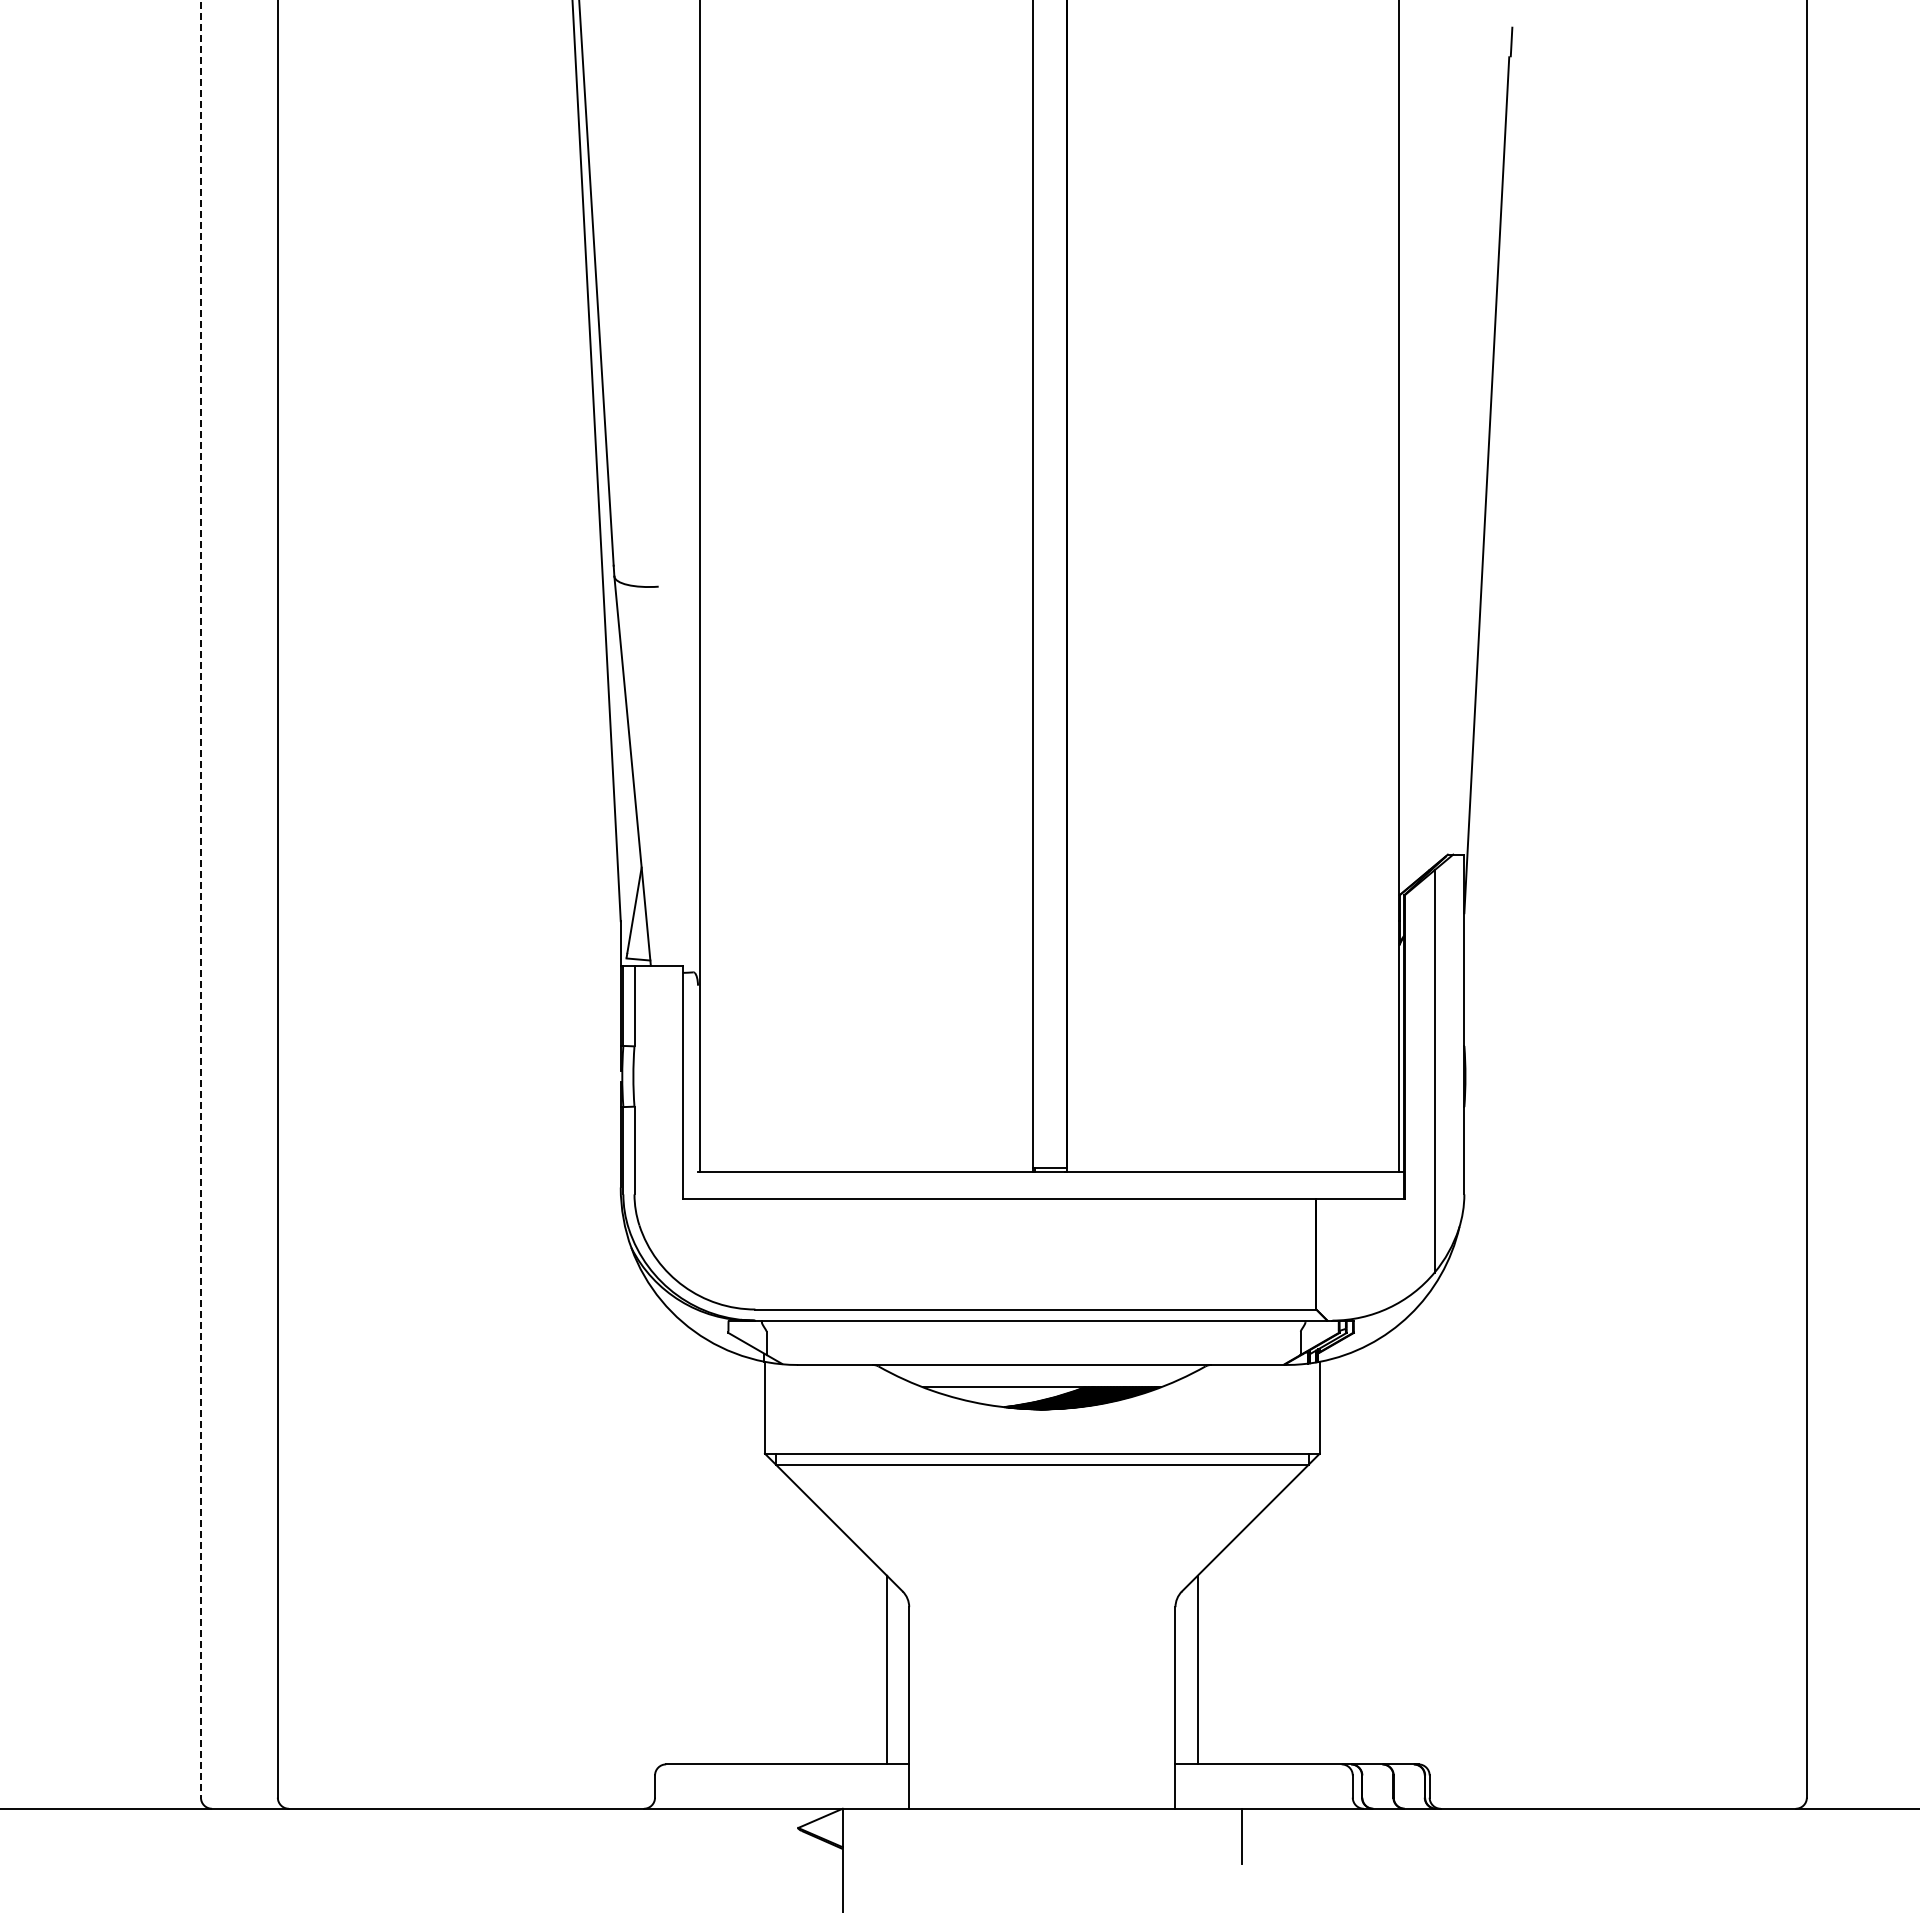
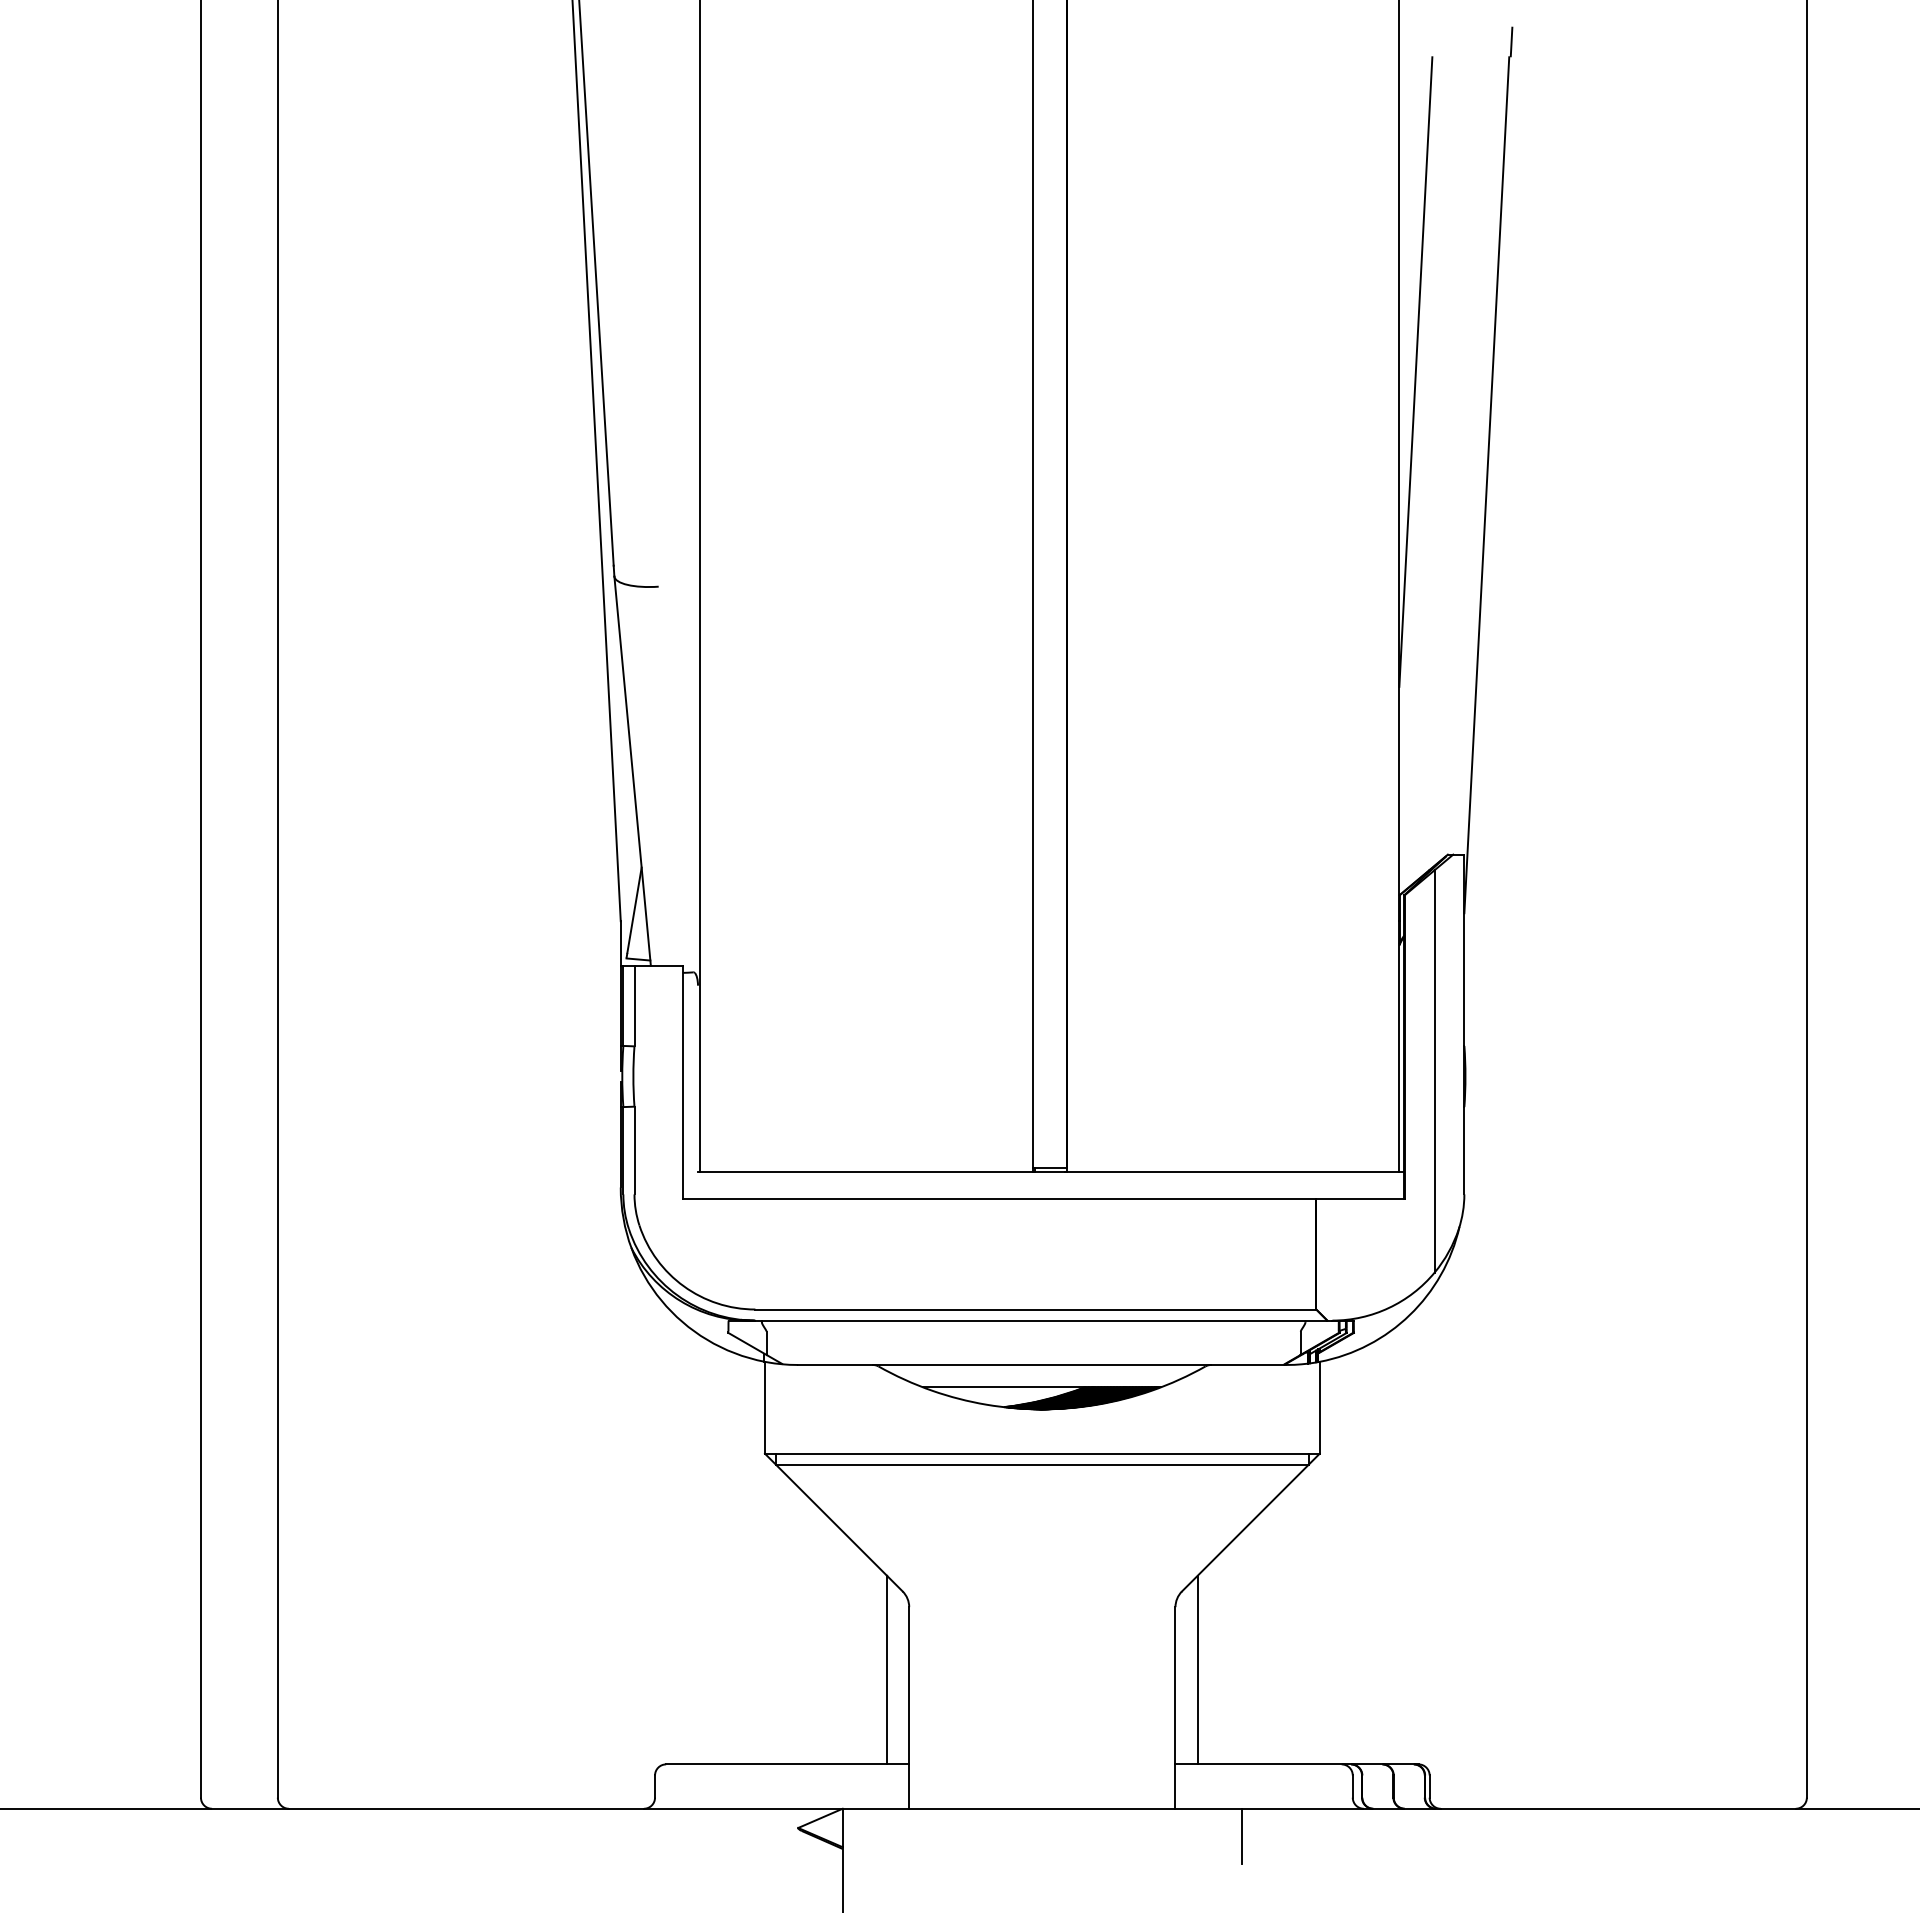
line at (1415, 371): none -> present
line at (200, 898): dashed -> solid
